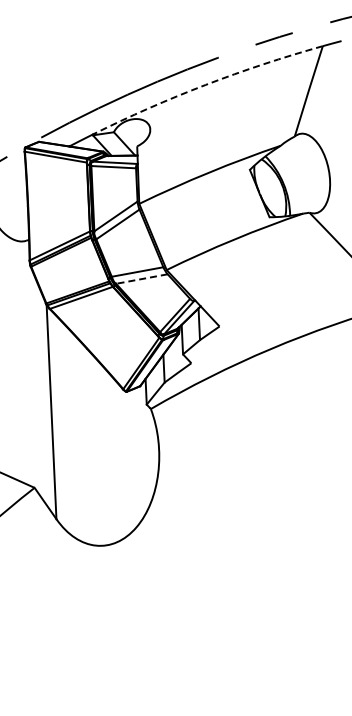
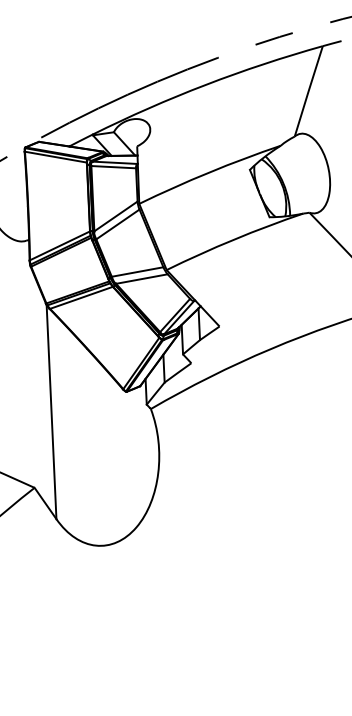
arc at (205, 84): dashed -> solid
line at (141, 279): dashed -> solid
